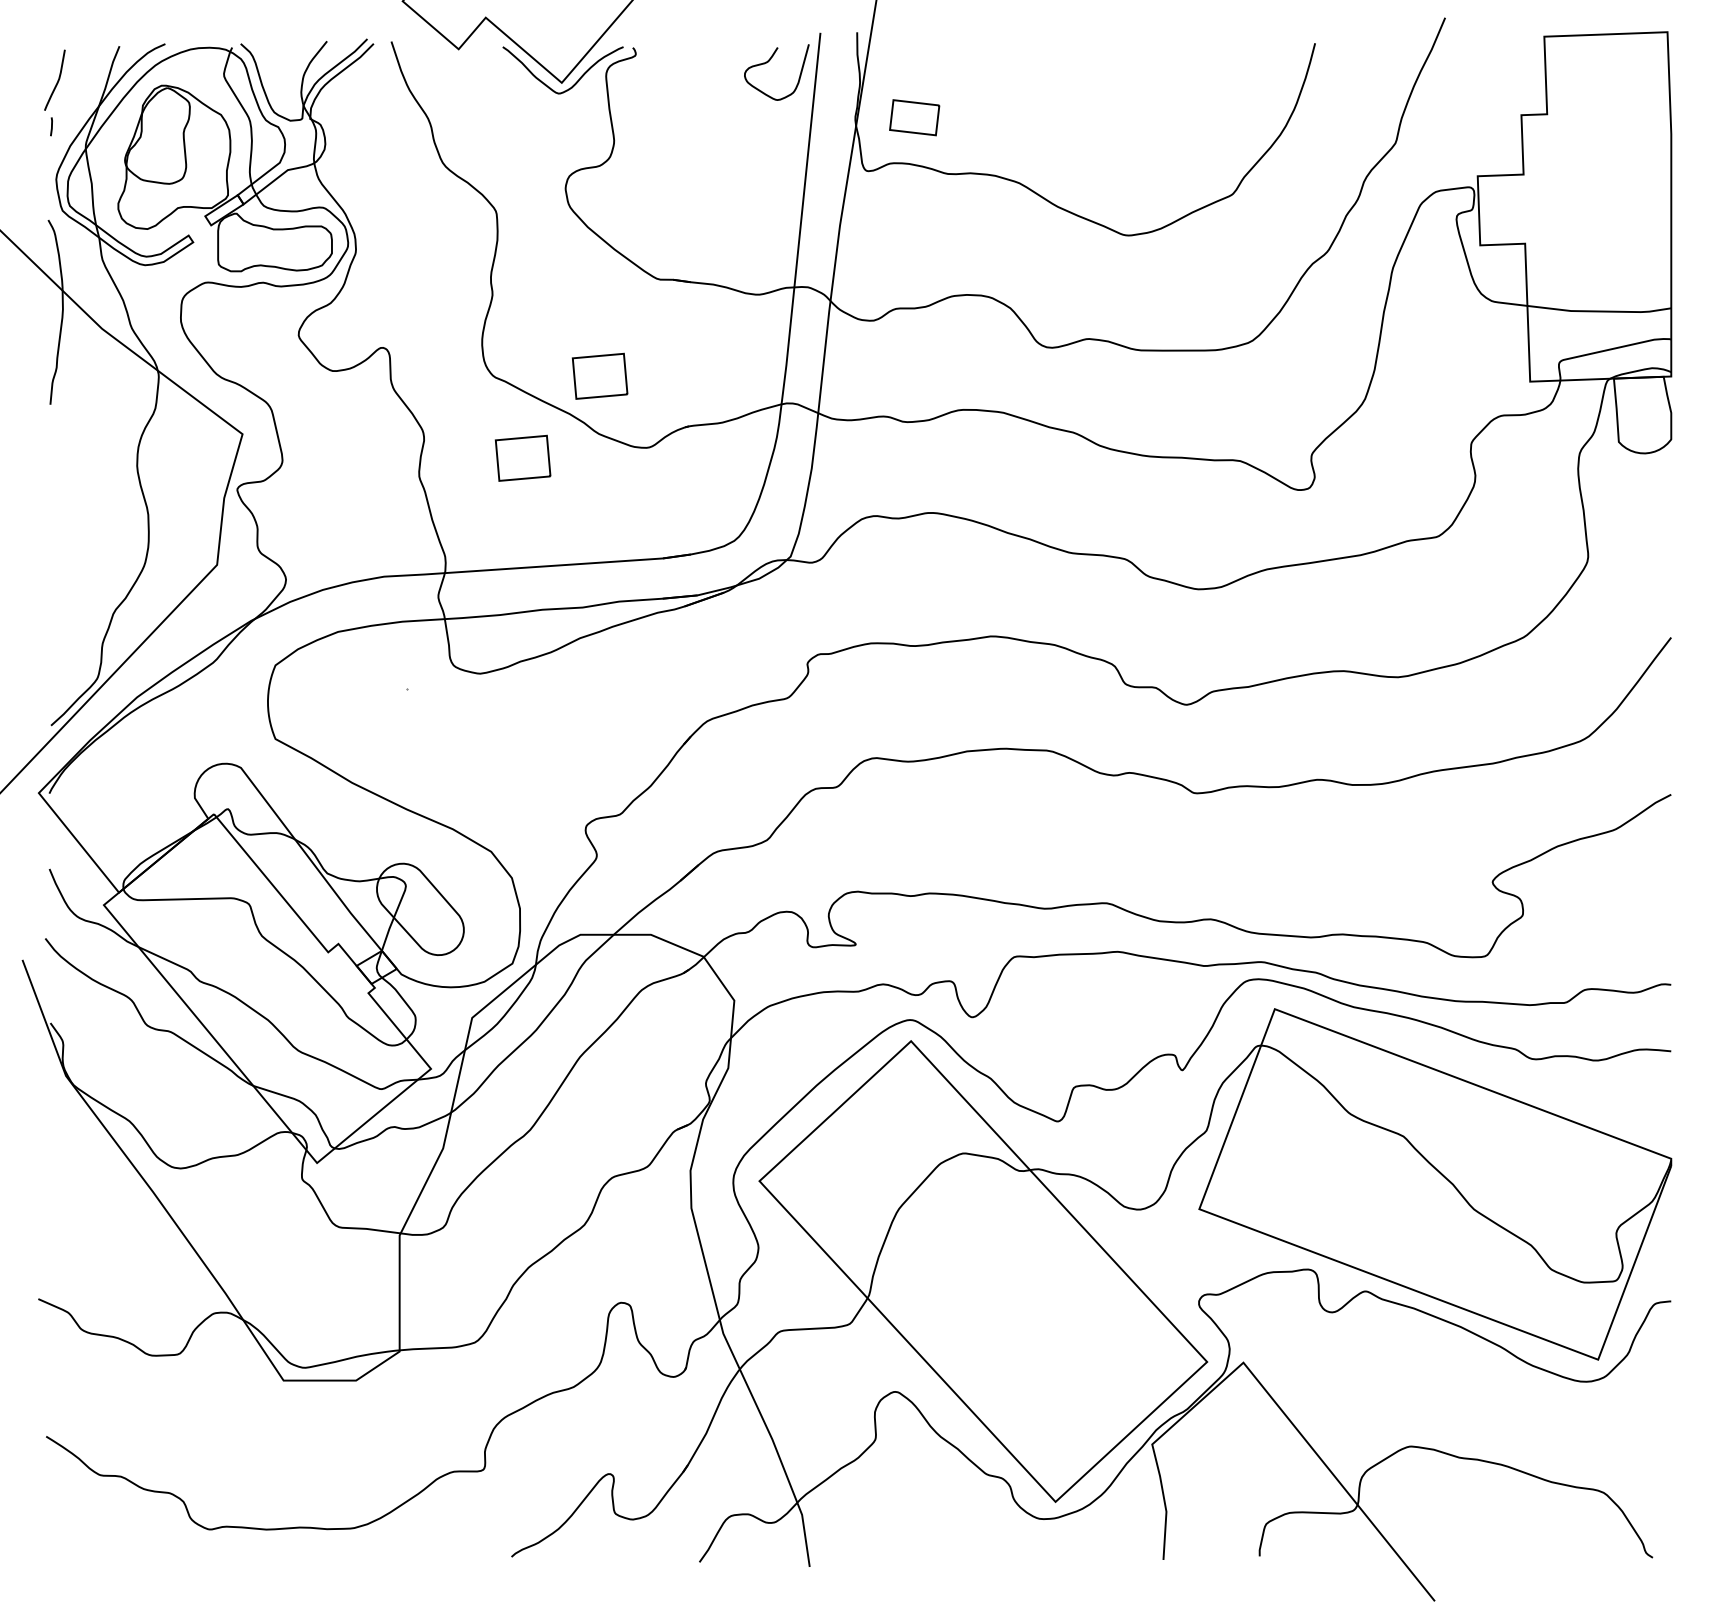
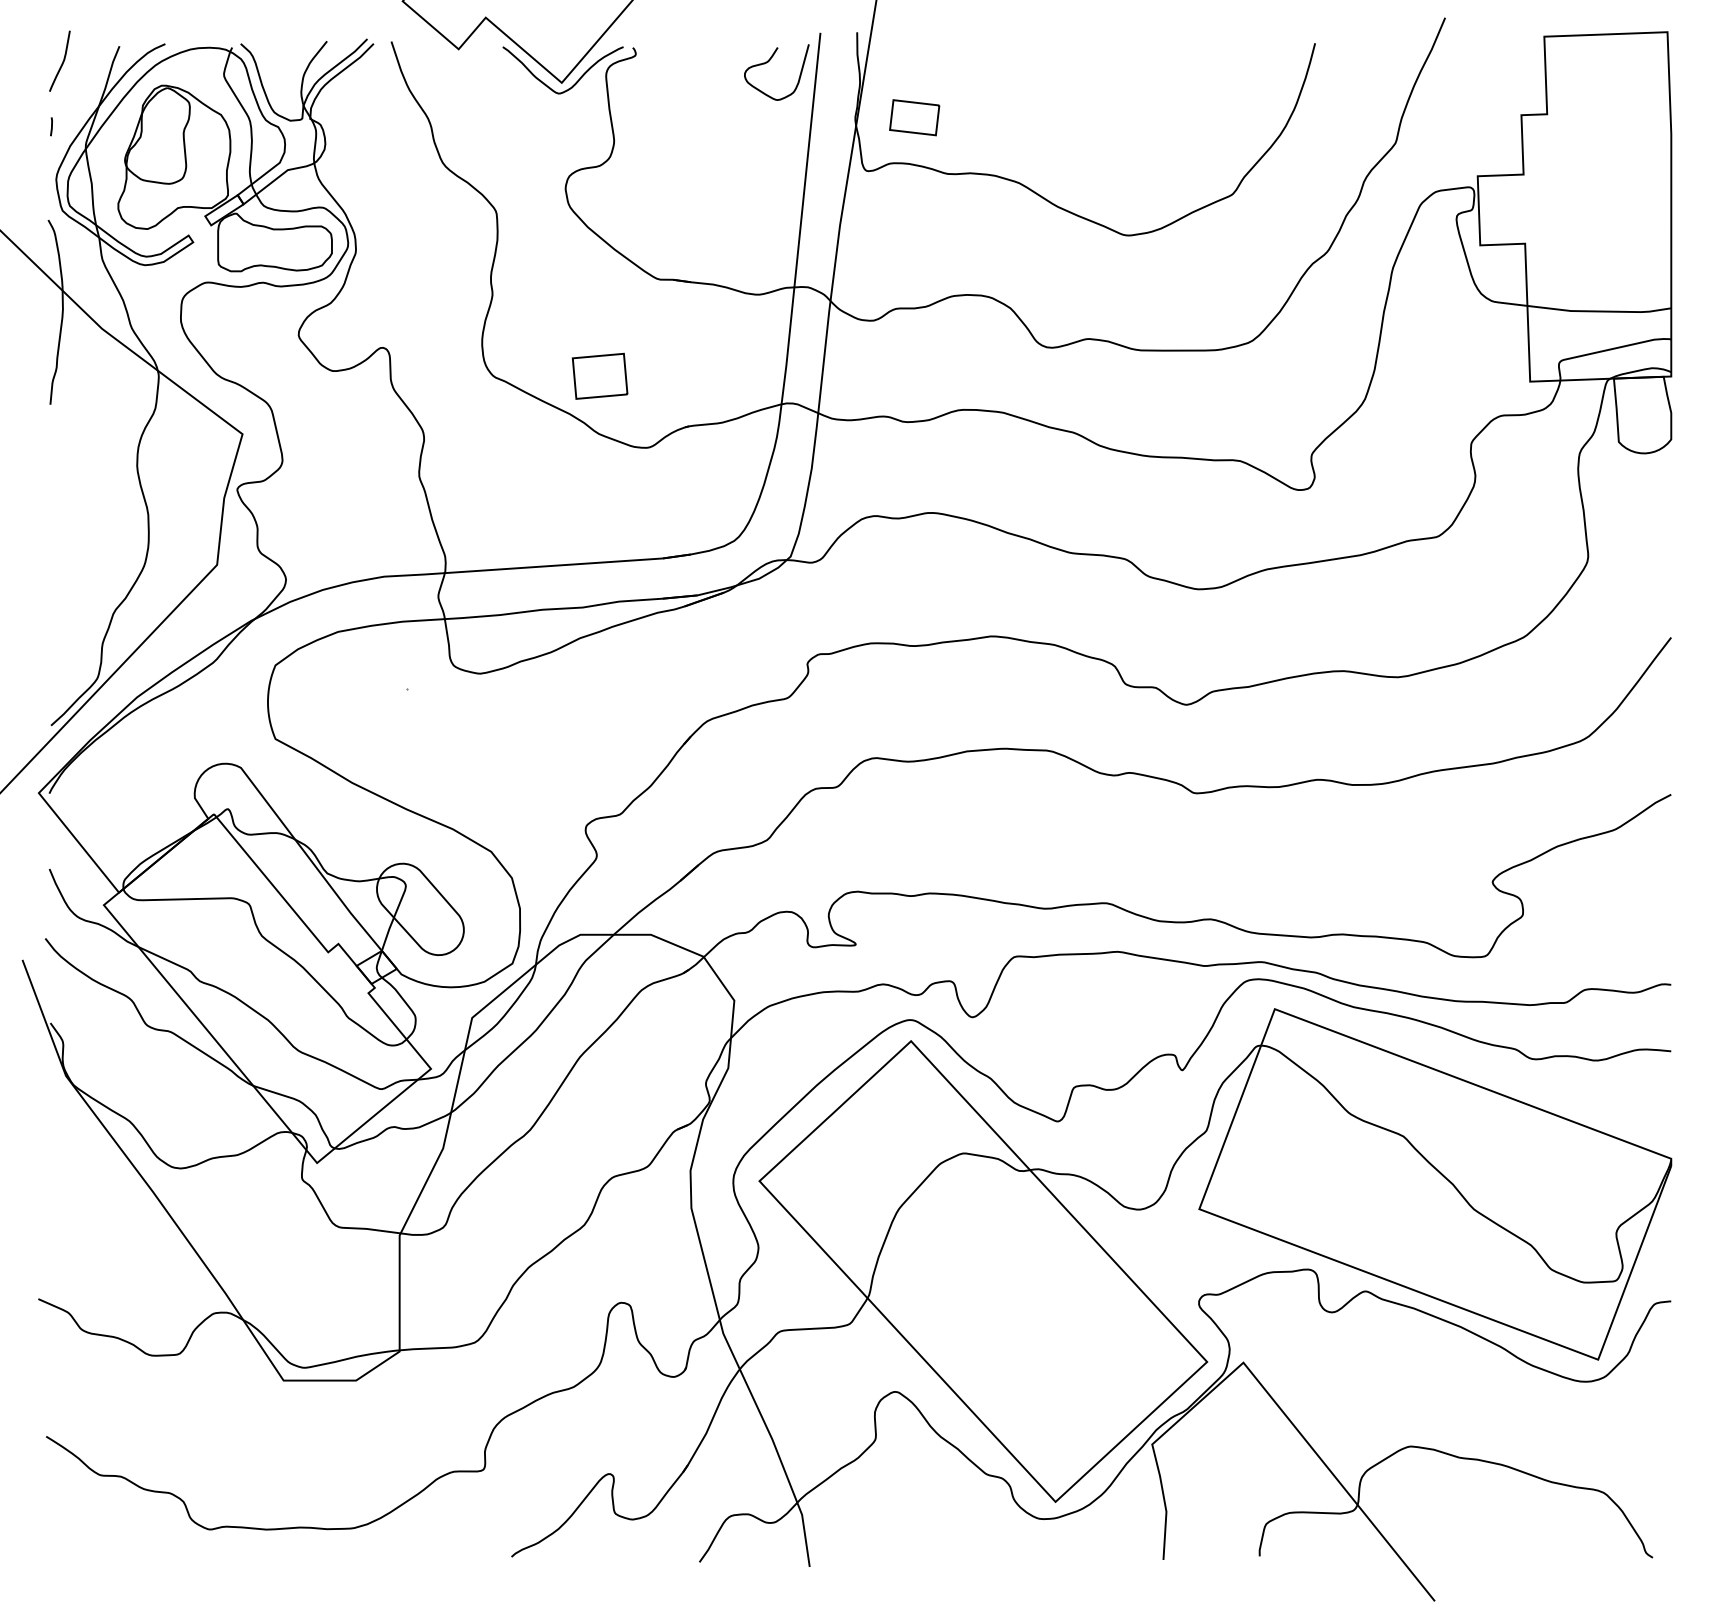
curve at (57, 80) position: (57, 80) -> (62, 61)
part at (522, 457): present -> none
